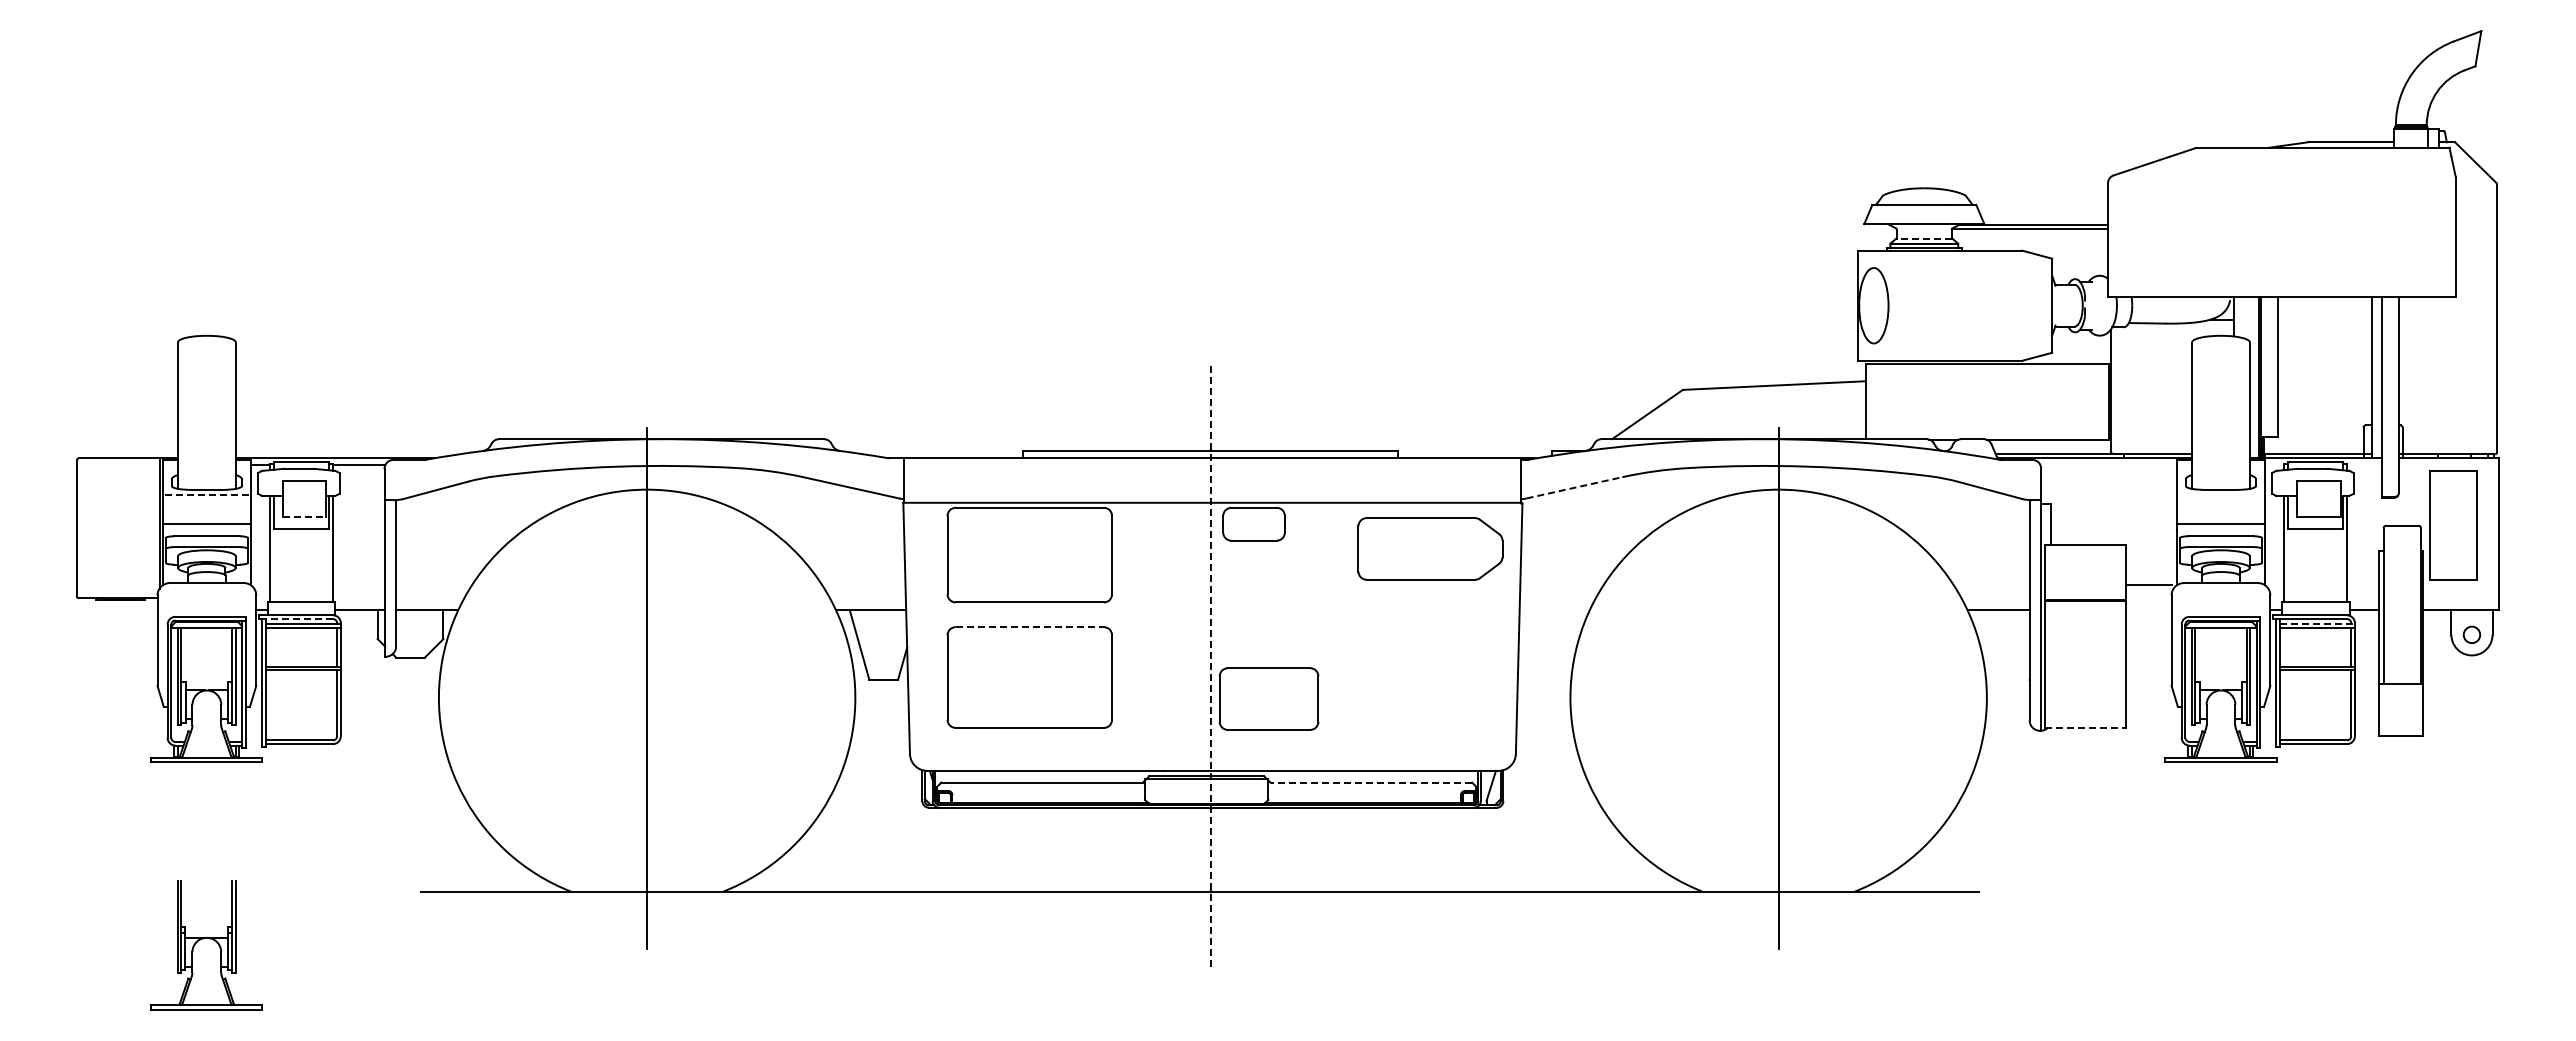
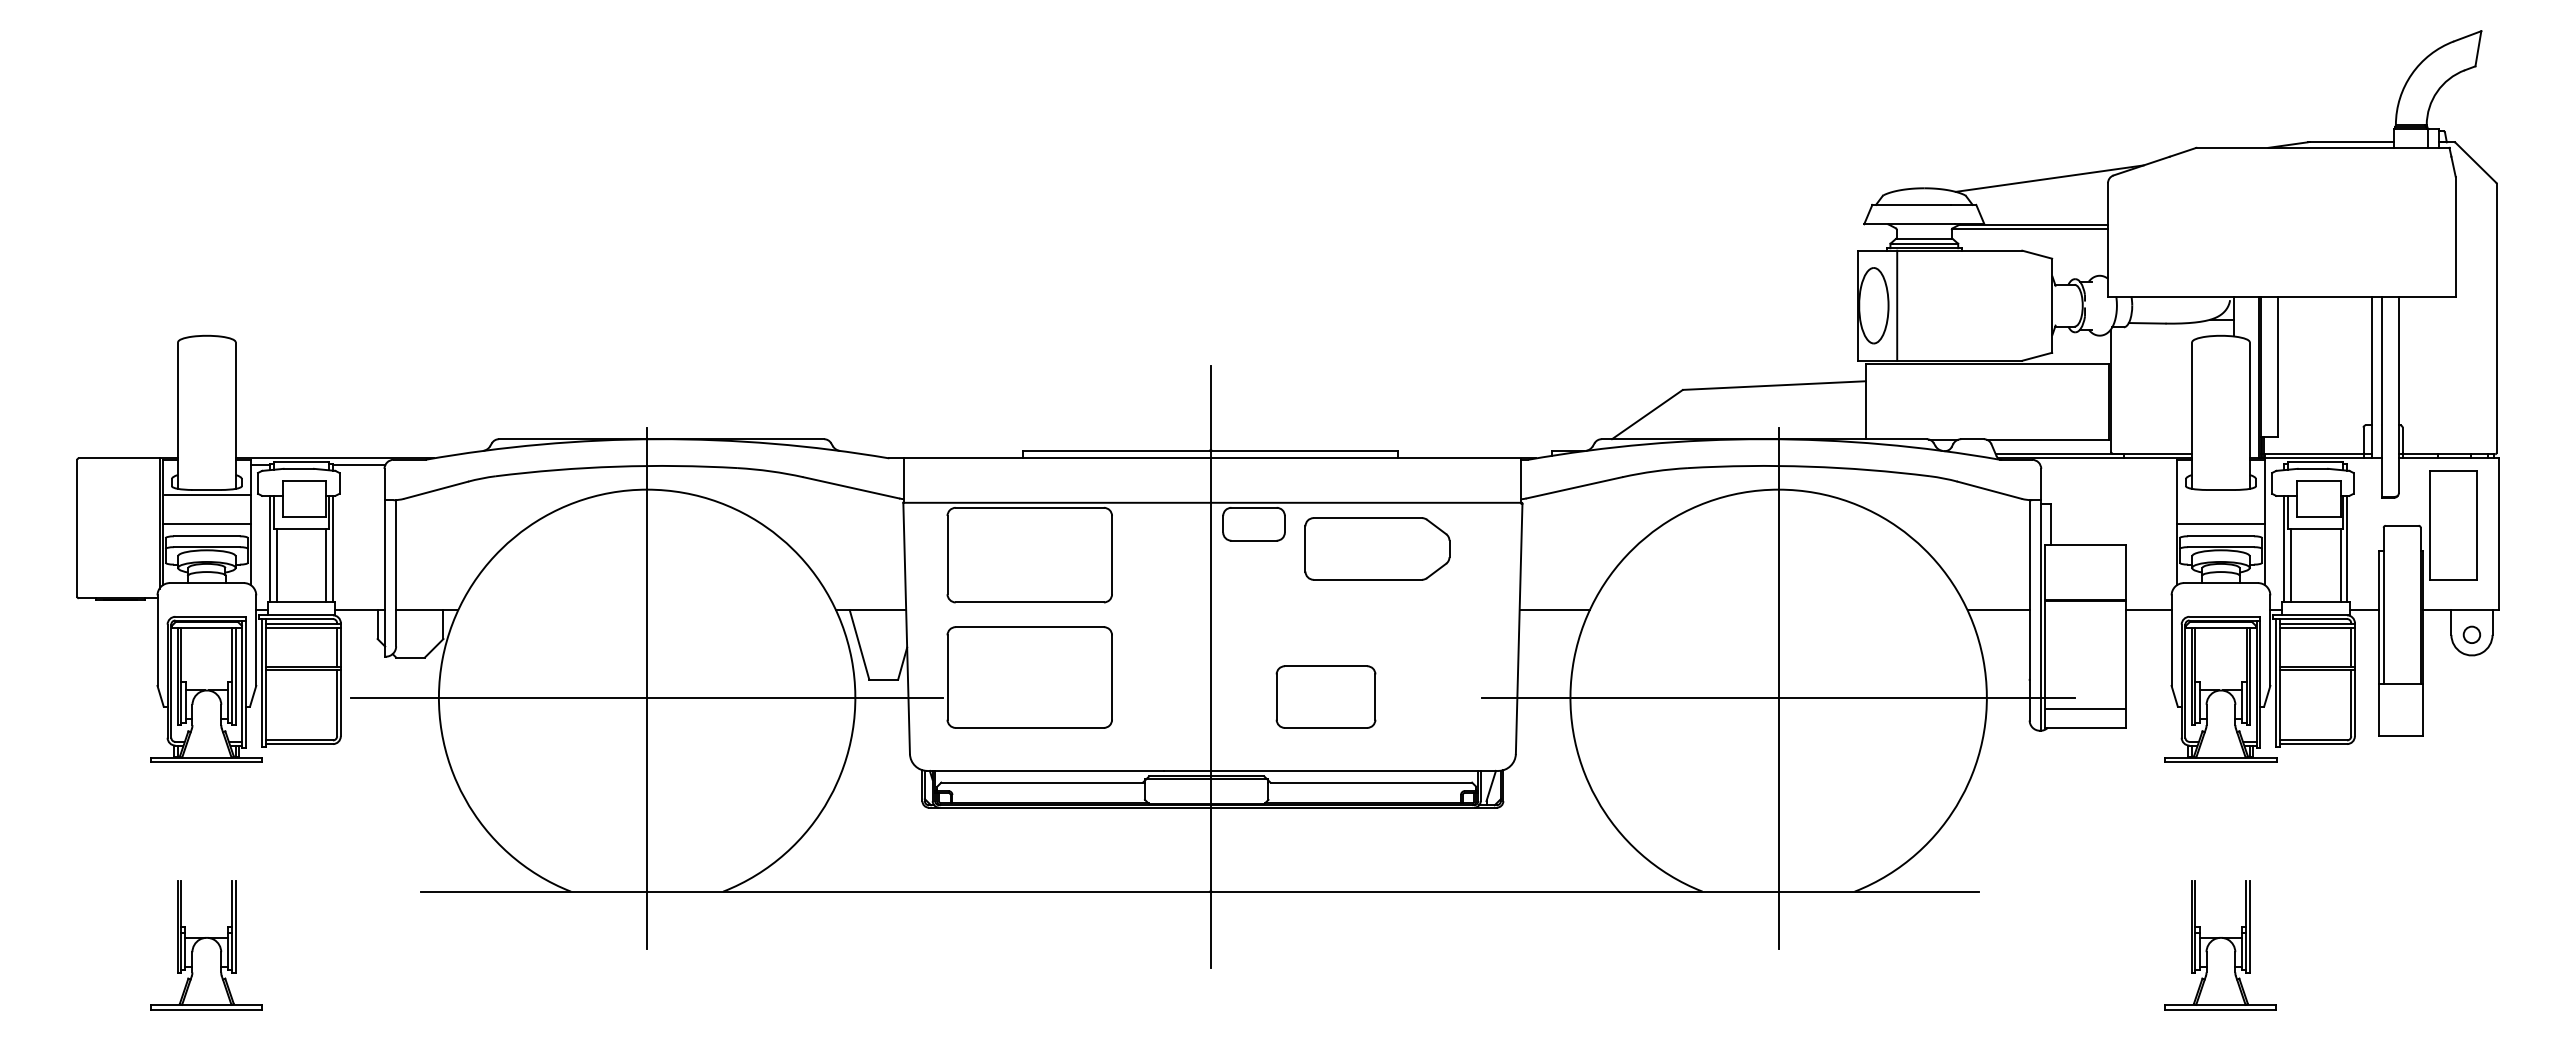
line at (2049, 178): none -> present
line at (1923, 238): dashed -> solid
line at (1897, 305): none -> present
line at (1574, 487): dashed -> solid
line at (207, 495): dashed -> solid
line at (304, 516): dashed -> solid
part at (1430, 548) position: (1430, 548) -> (1377, 548)
line at (276, 565): none -> present
line at (326, 565): none -> present
line at (2290, 565): none -> present
line at (2340, 565): none -> present
line at (2148, 585) position: (2148, 585) -> (2148, 610)
line at (1554, 610): none -> present
line at (296, 619): dashed -> solid
line at (2317, 623): dashed -> solid
line at (1030, 627): dashed -> solid
line at (1210, 667): dashed -> solid
line at (646, 697): none -> present
line at (1778, 697): none -> present
part at (1268, 698) position: (1268, 698) -> (1325, 696)
line at (2085, 708): none -> present
line at (2085, 727): dashed -> solid
line at (1371, 782): dashed -> solid
part at (2220, 945): none -> present
